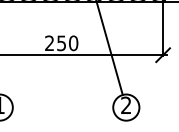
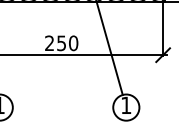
text at (126, 104): 2 -> 1
